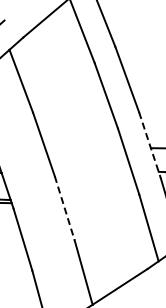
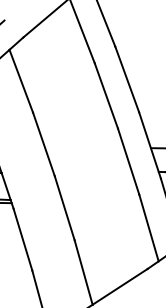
line at (150, 145): dashed -> solid
line at (64, 208): dashed -> solid
